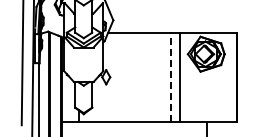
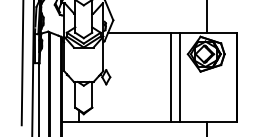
line at (207, 17): none -> present
line at (170, 76): dashed -> solid
